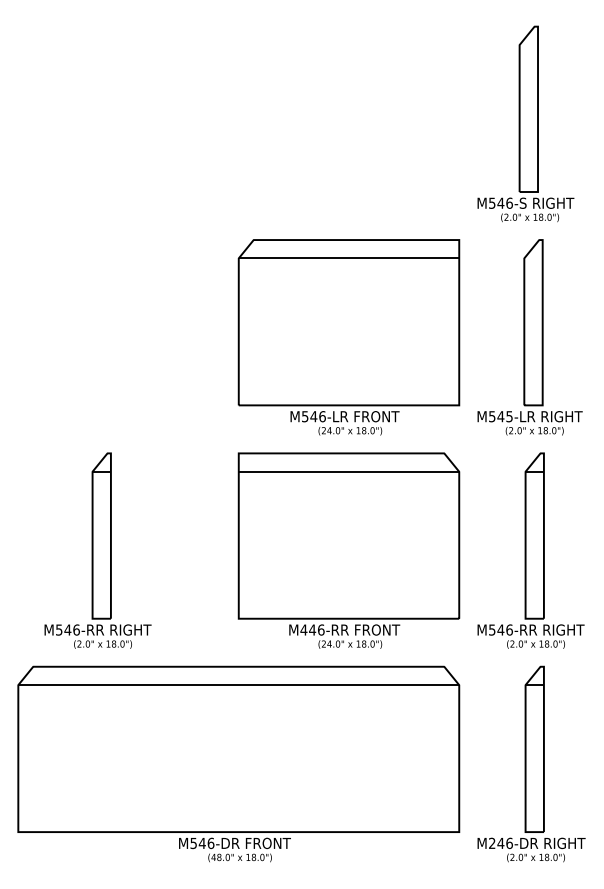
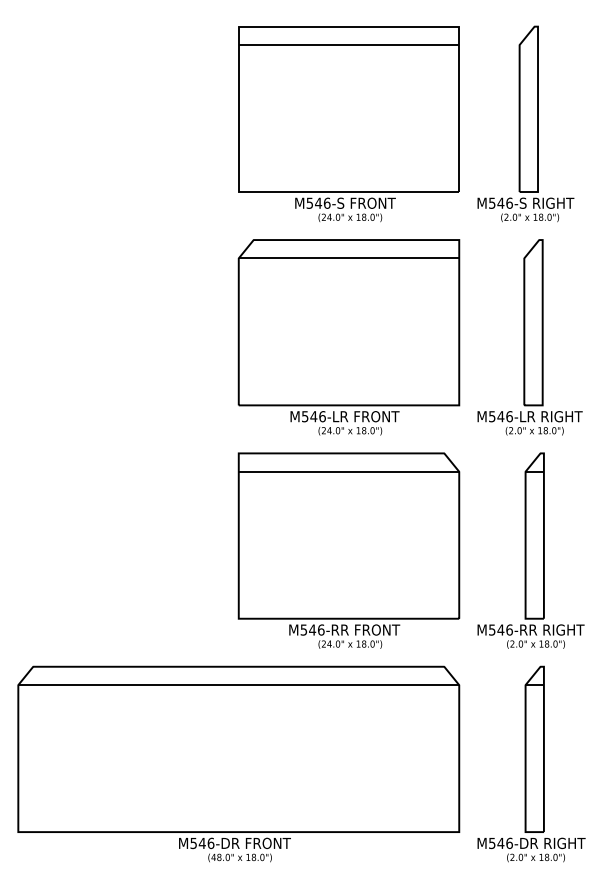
part at (348, 124): none -> present
text at (509, 416): M545-LR -> M546-LR
part at (97, 550): present -> none
text at (303, 629): M446-RR -> M546-RR
text at (492, 843): M246-DR -> M546-DR
